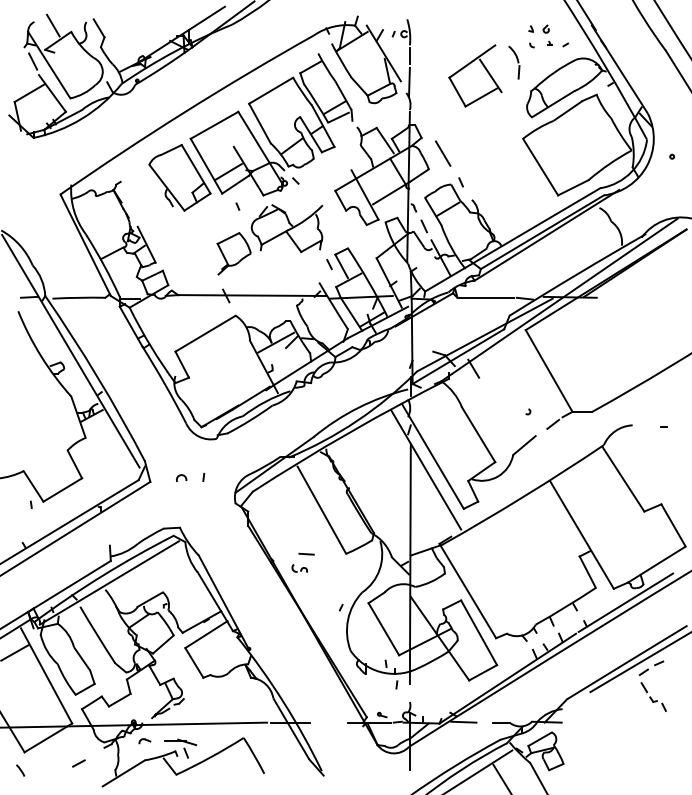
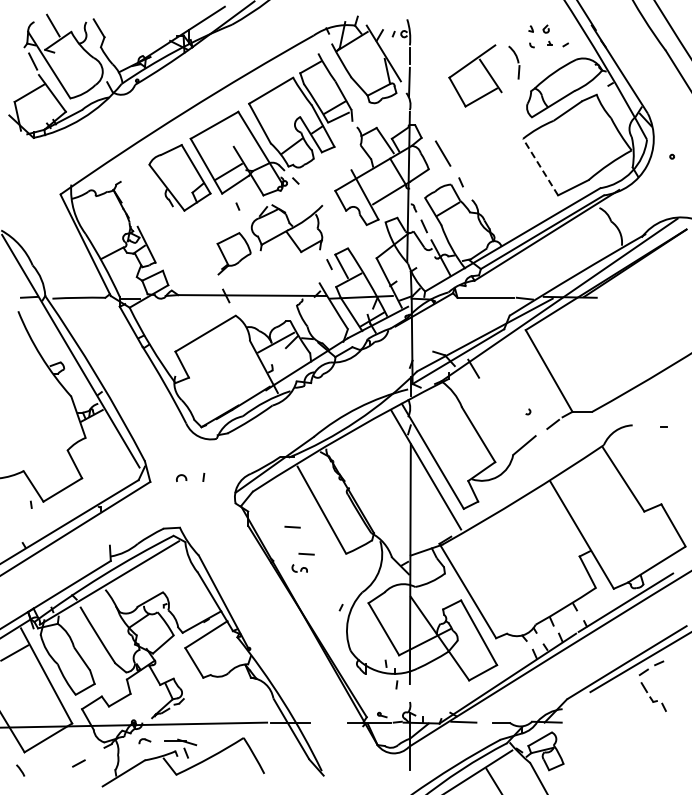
line at (540, 166): solid -> dashed
line at (292, 526): none -> present
line at (501, 777) position: (501, 777) -> (493, 779)
